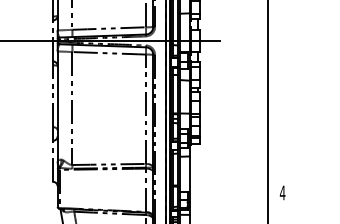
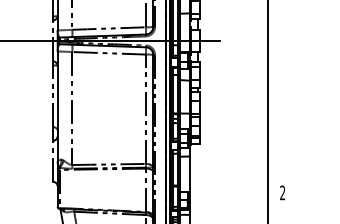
text at (282, 192): 4 -> 2
